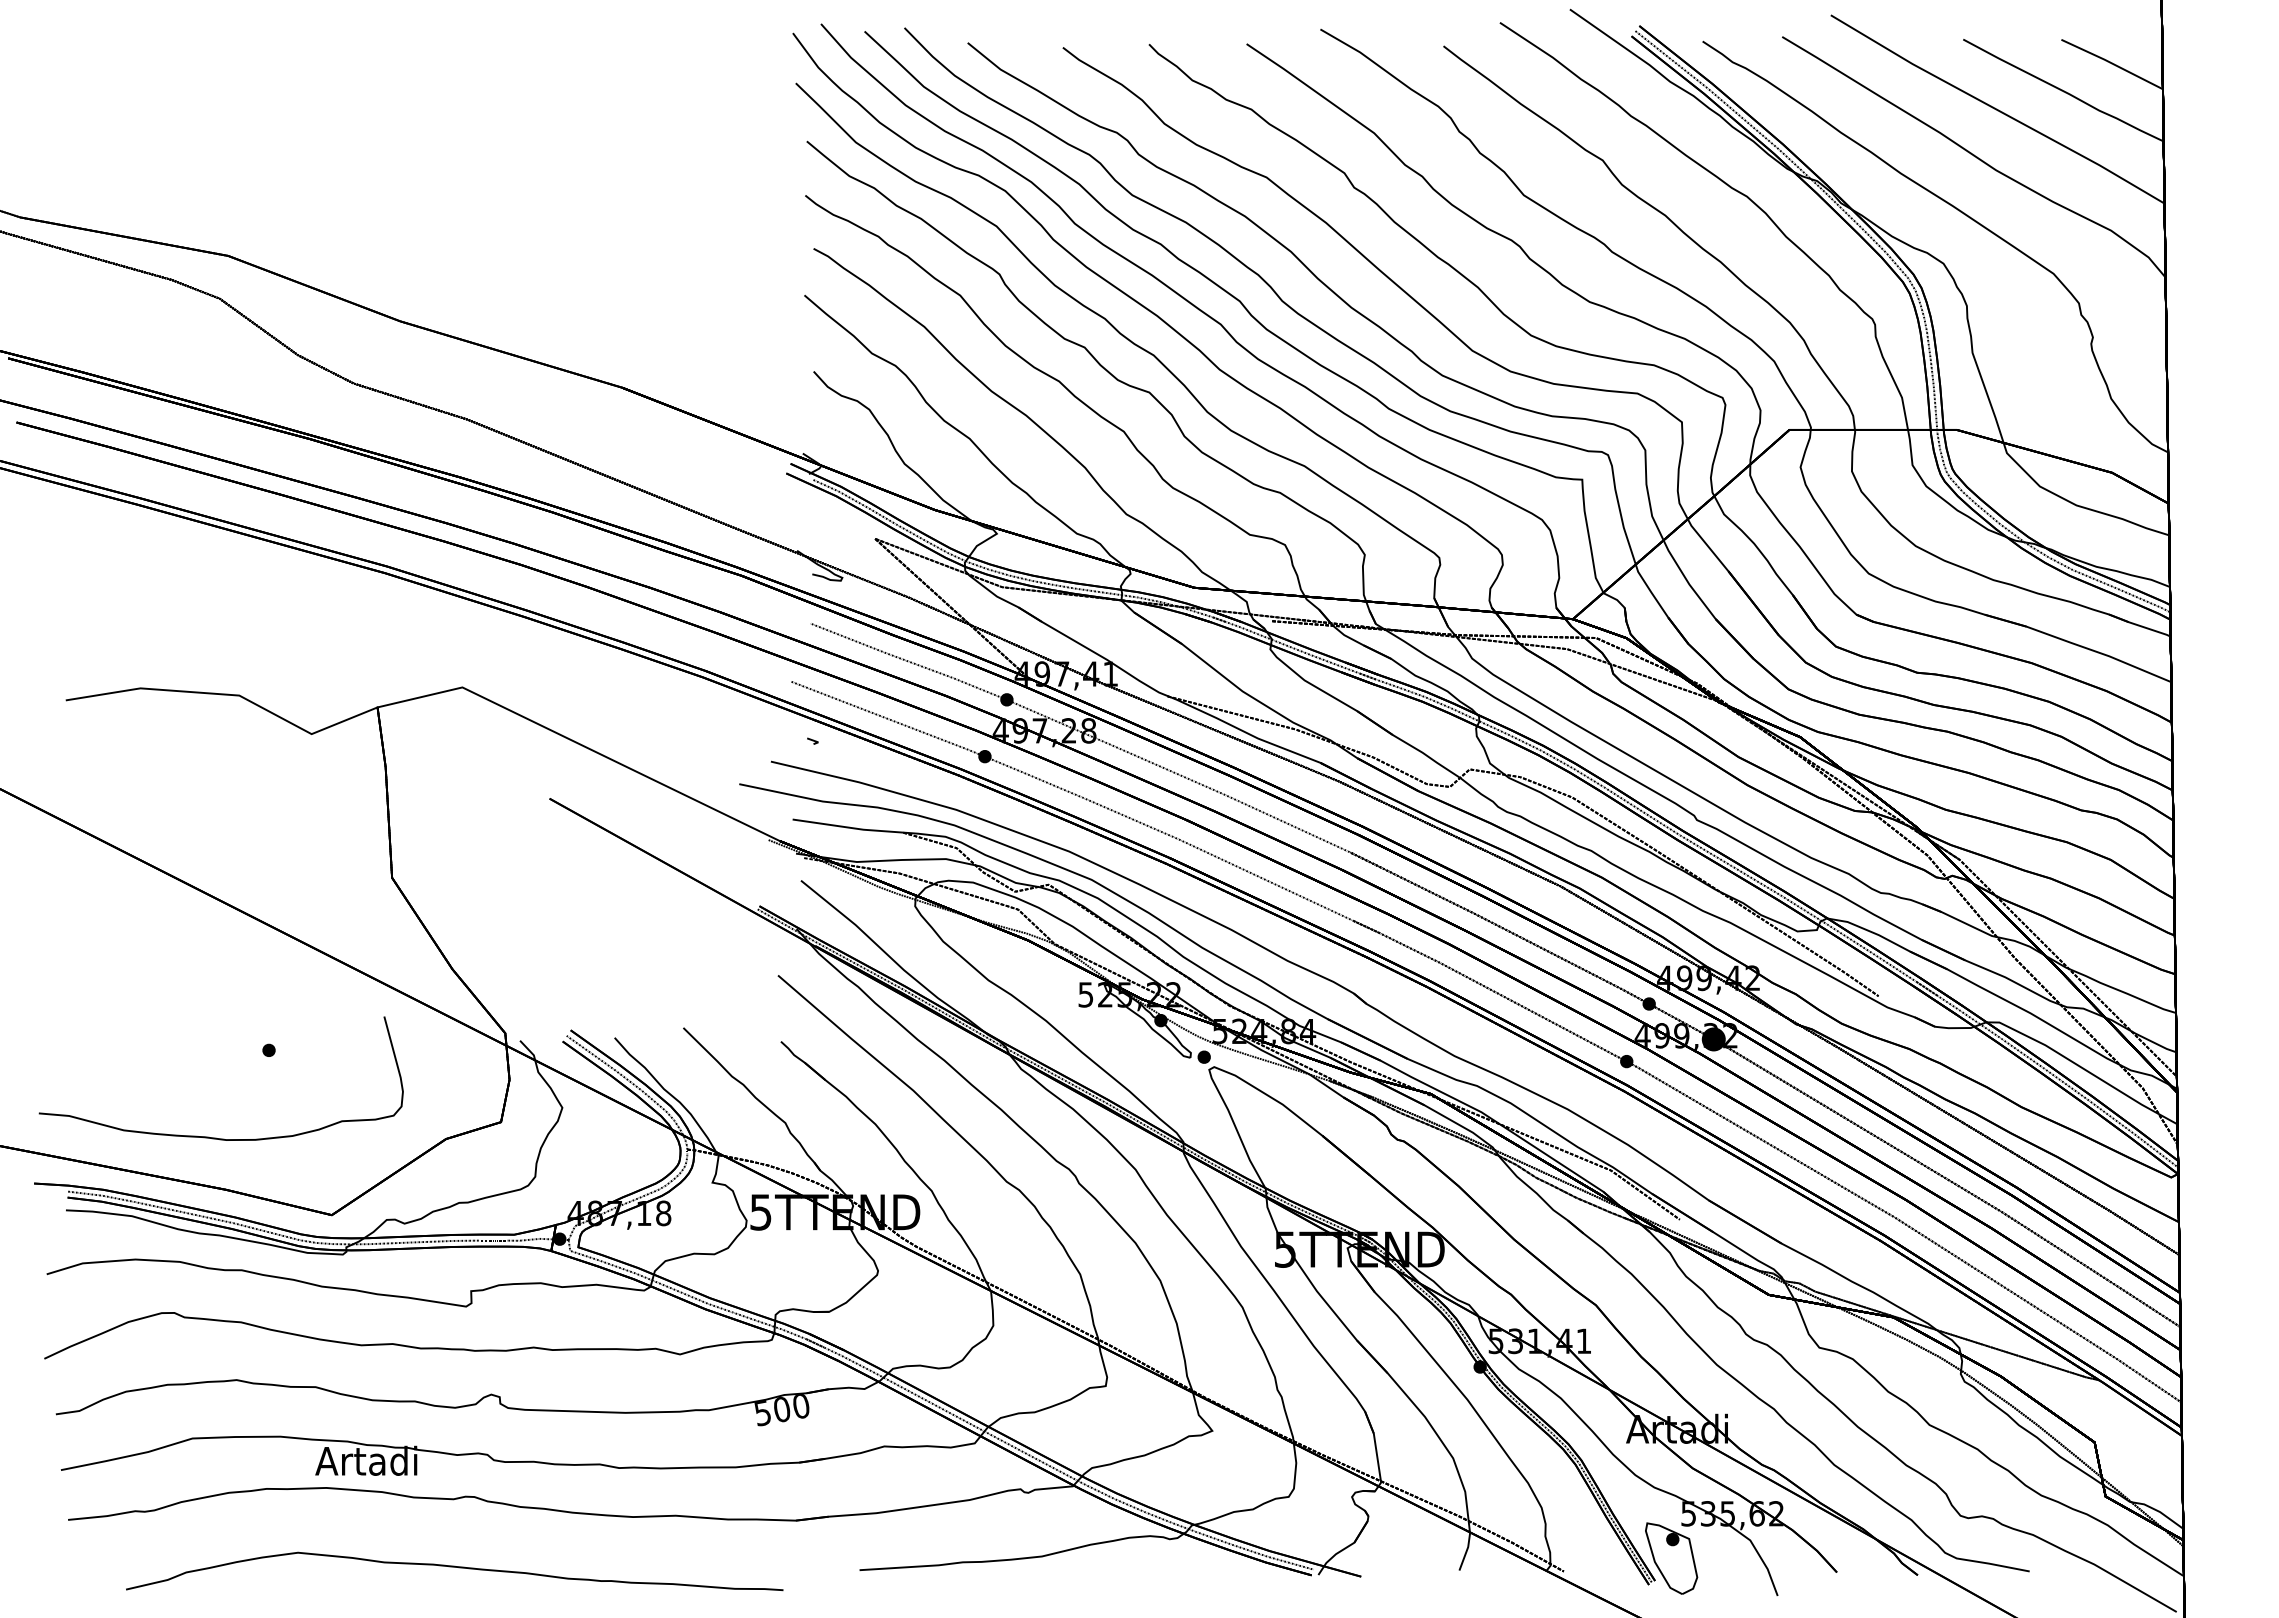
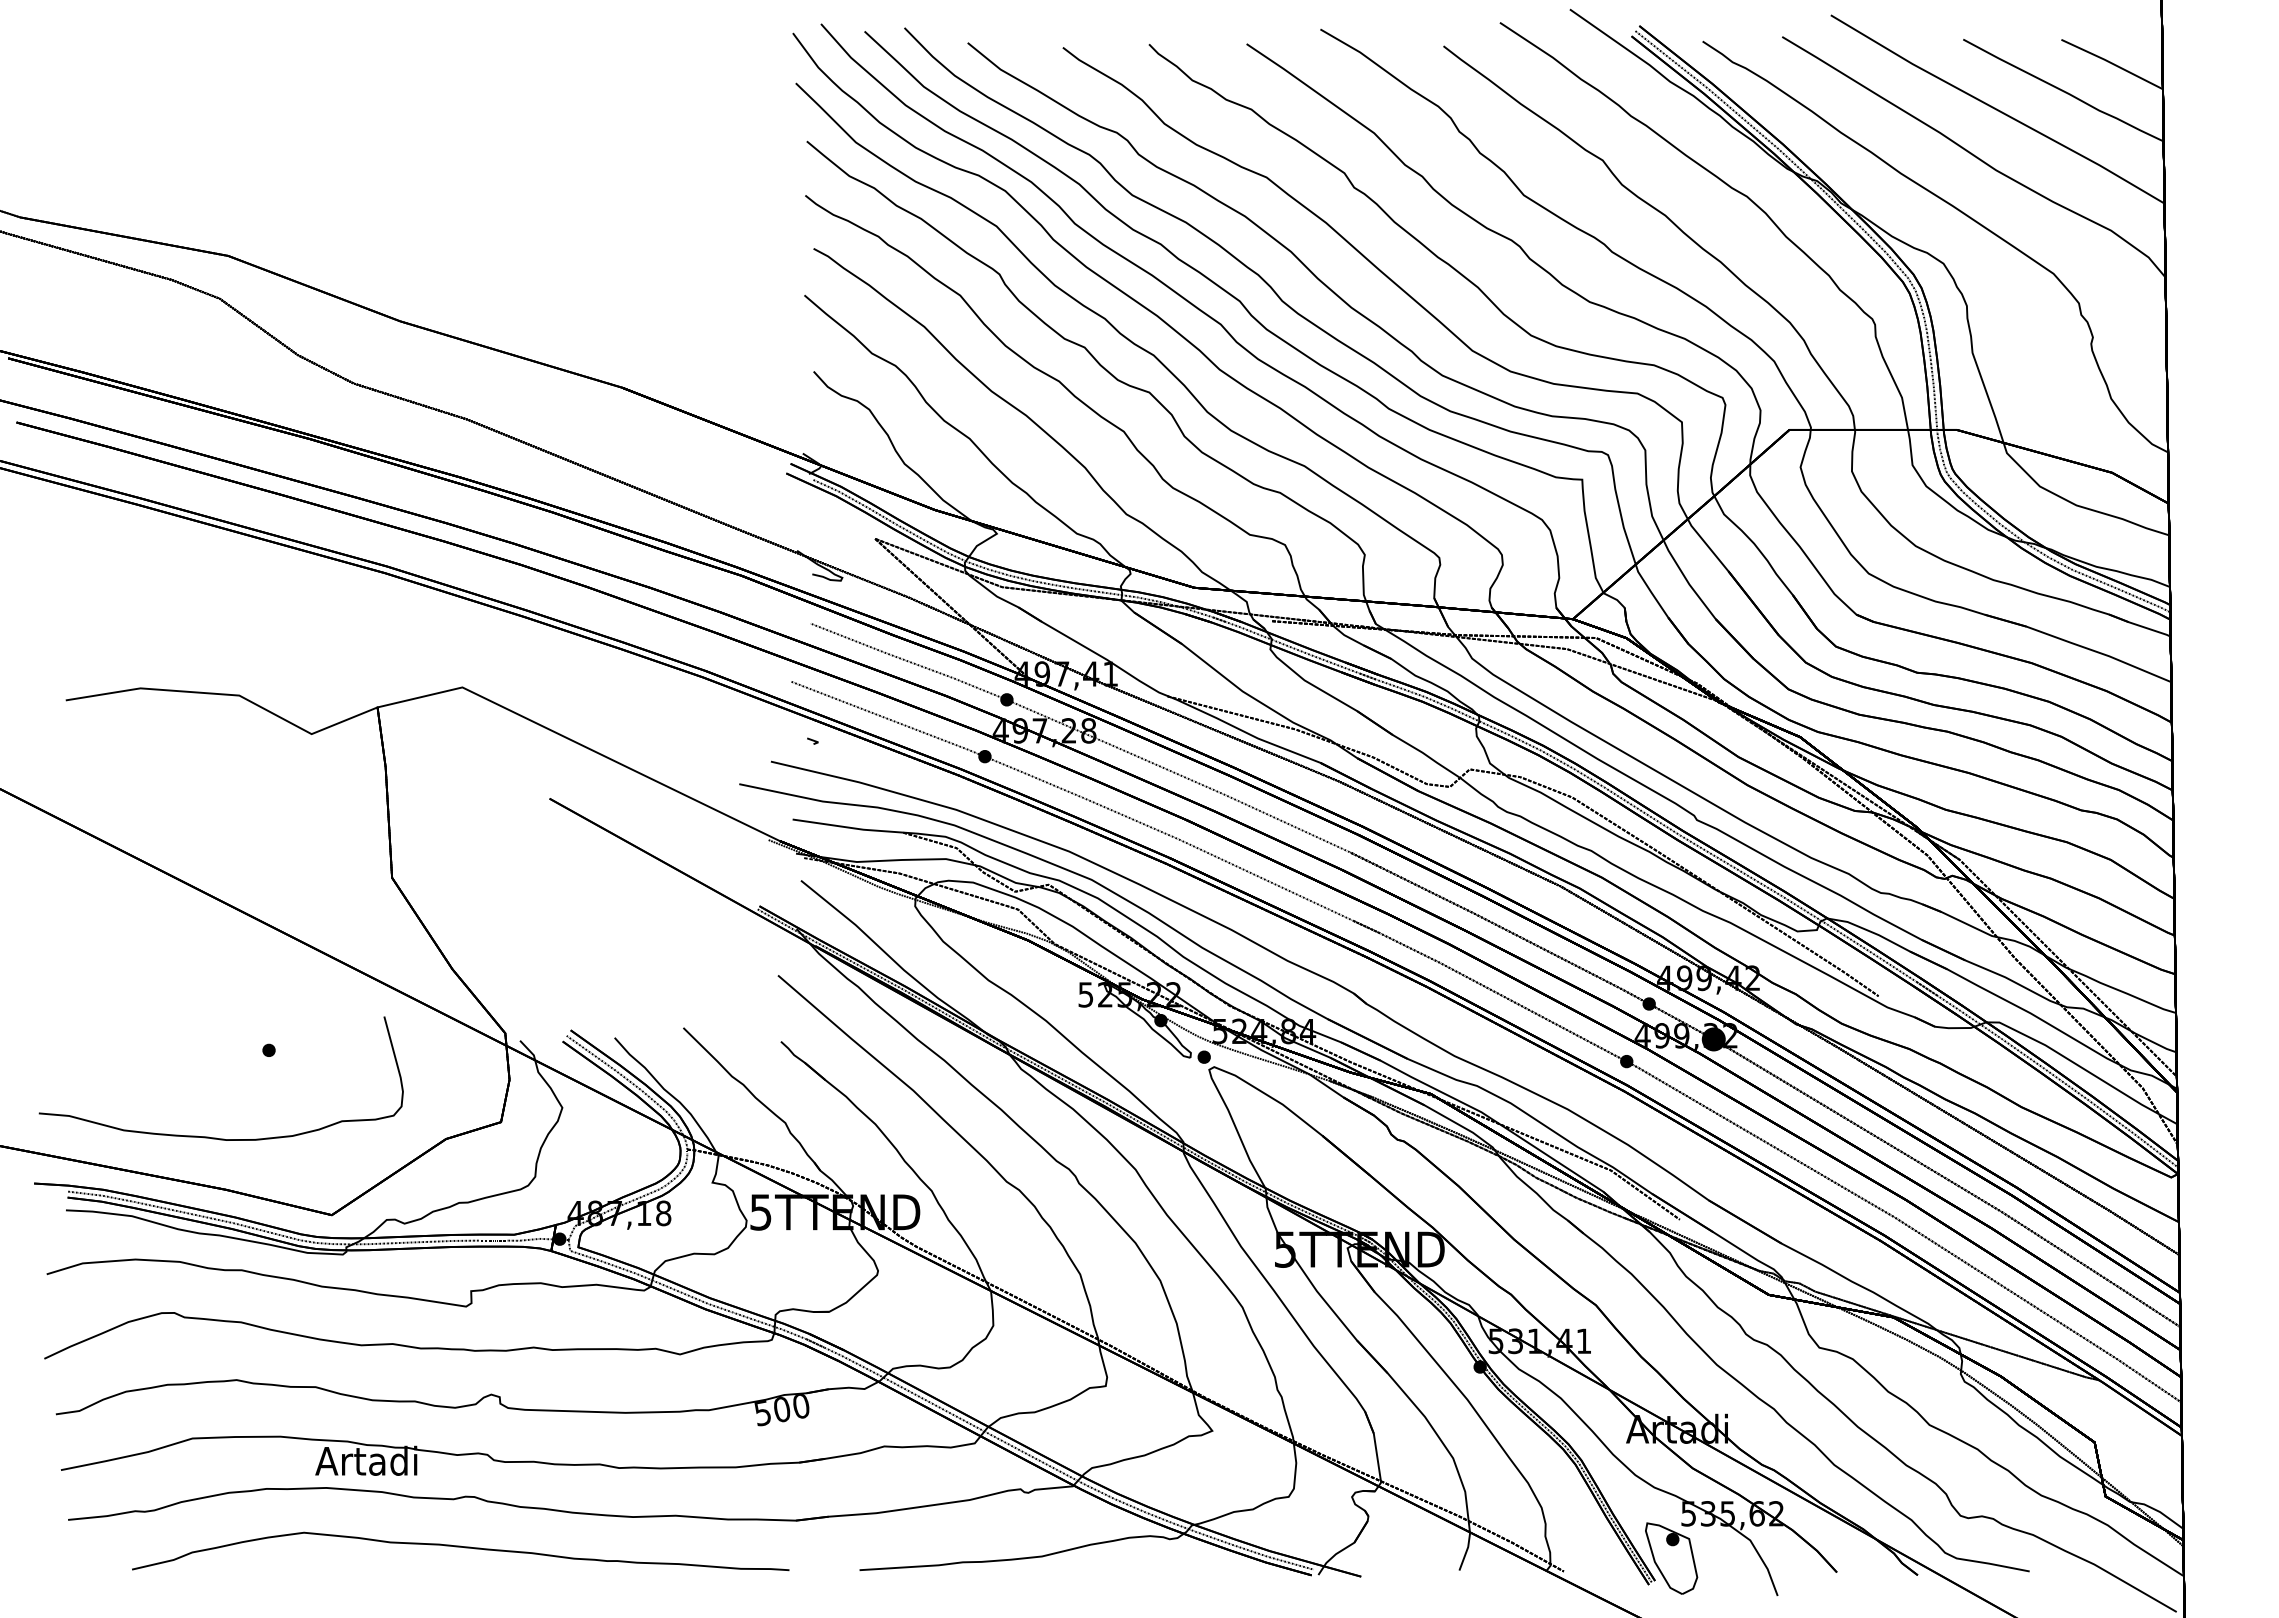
curve at (454, 1567) position: (454, 1567) -> (460, 1547)
